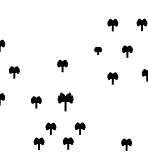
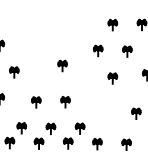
part at (97, 50) size: 8x9 px -> 12x14 px
part at (65, 101) size: 17x20 px -> 11x13 px
part at (136, 113): none -> present
part at (15, 135): none -> present
part at (97, 144): none -> present
